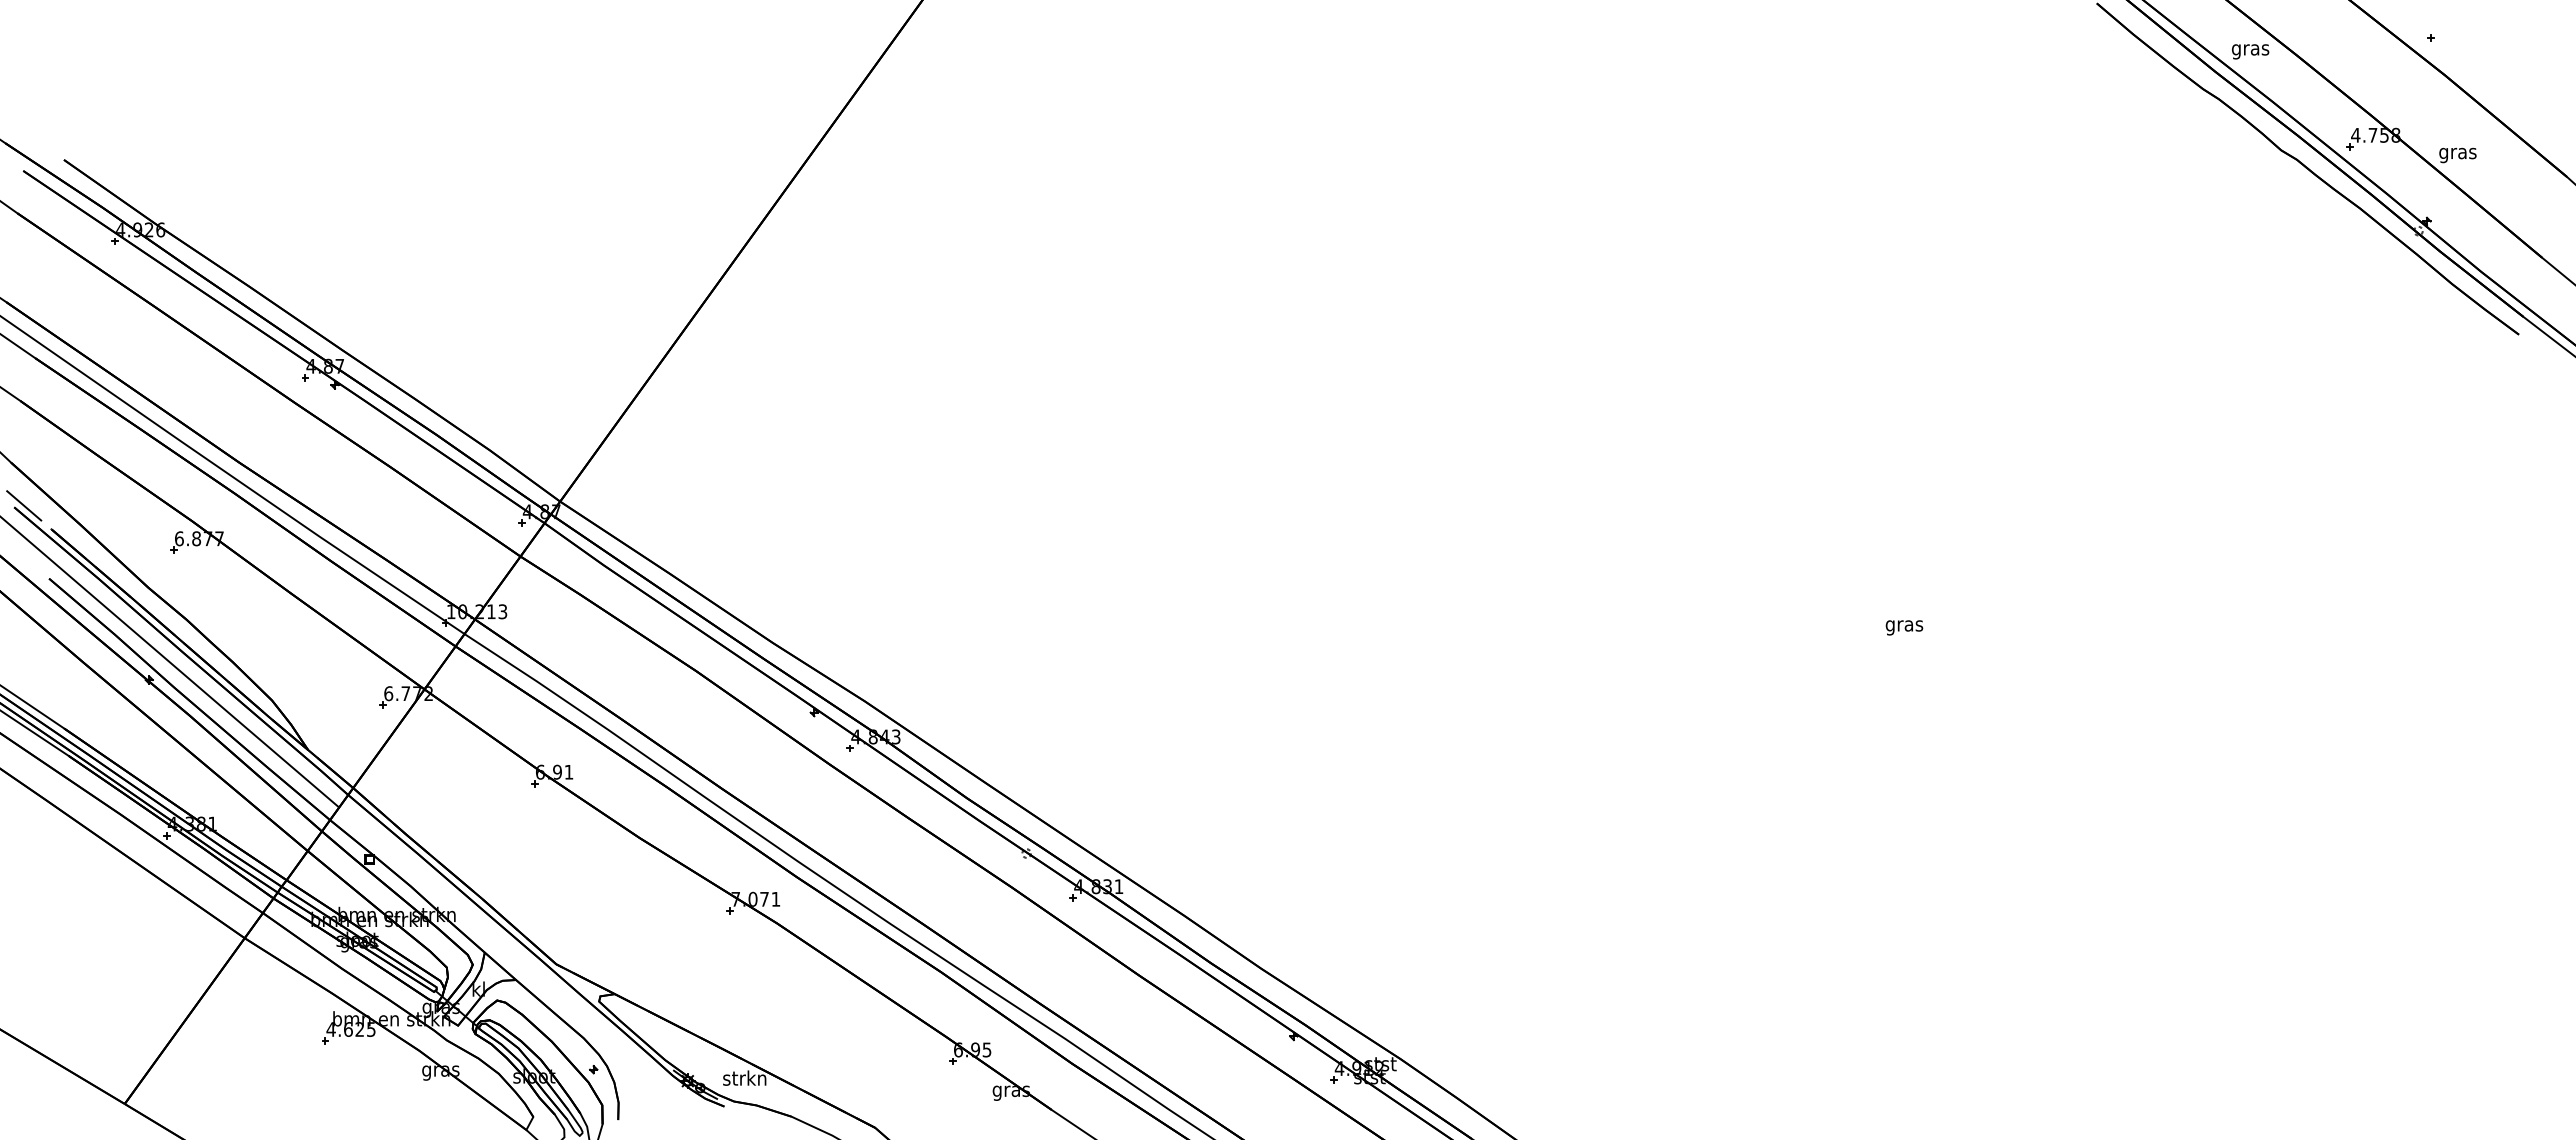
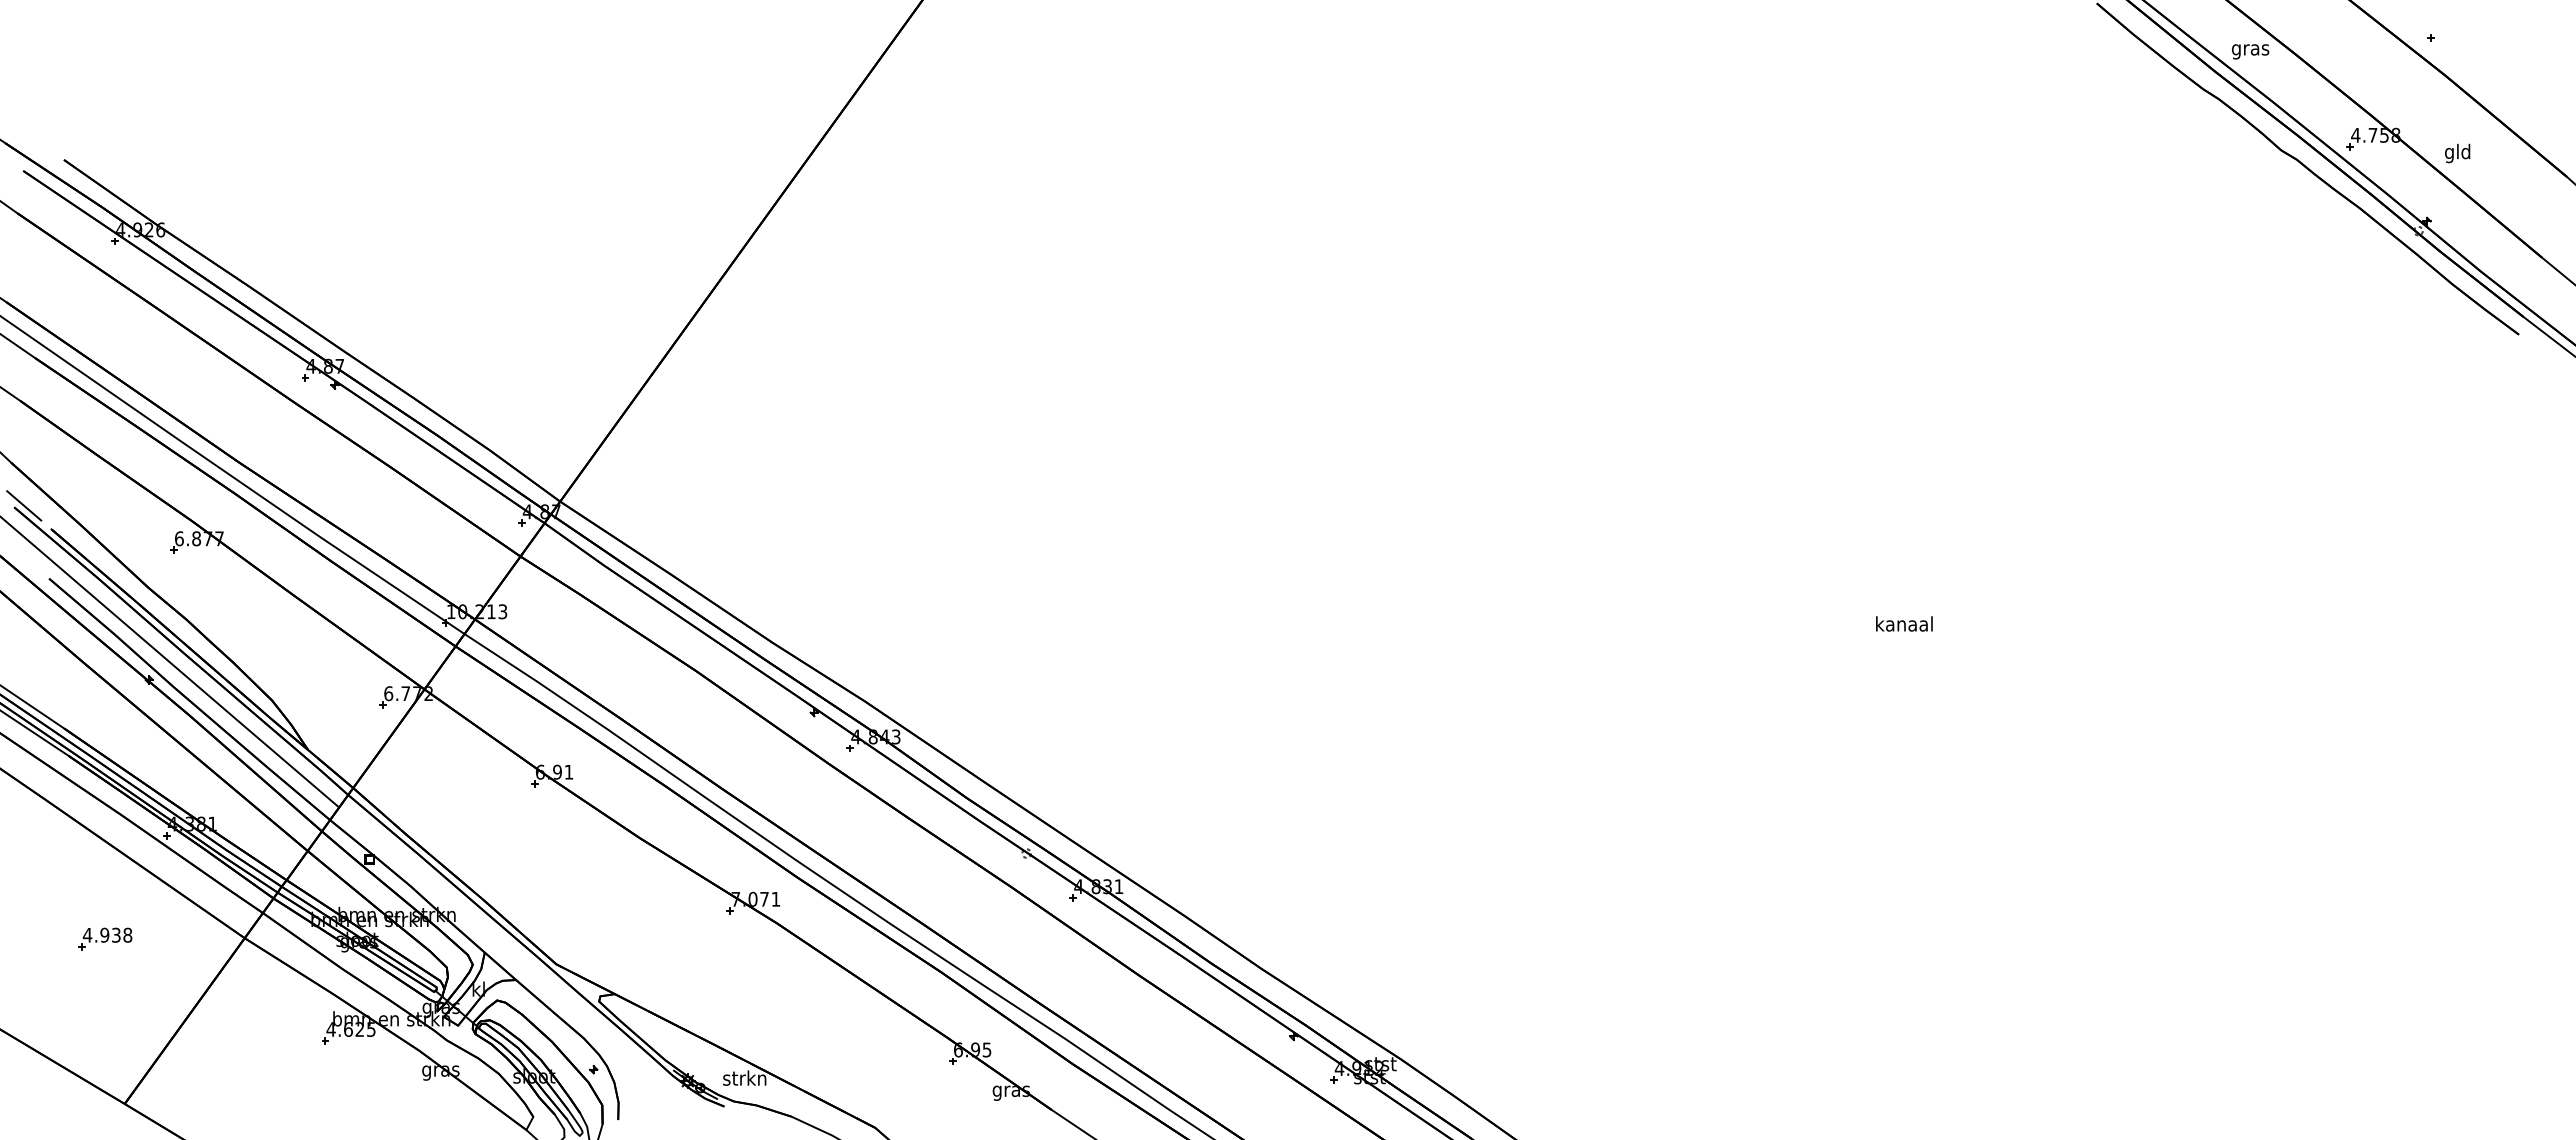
text at (2457, 153): gras -> gld
text at (1904, 625): gras -> kanaal
part at (105, 938): none -> present
